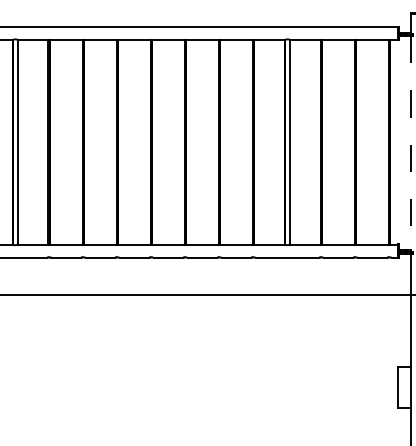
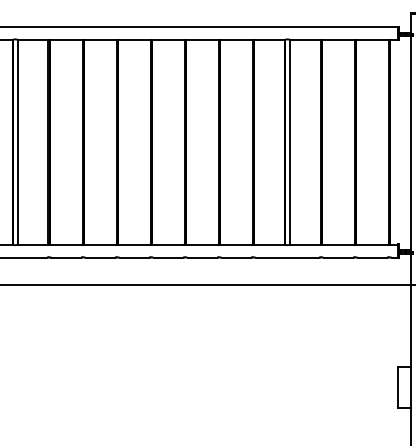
line at (411, 144): dashed -> solid
line at (207, 295) position: (207, 295) -> (207, 285)
